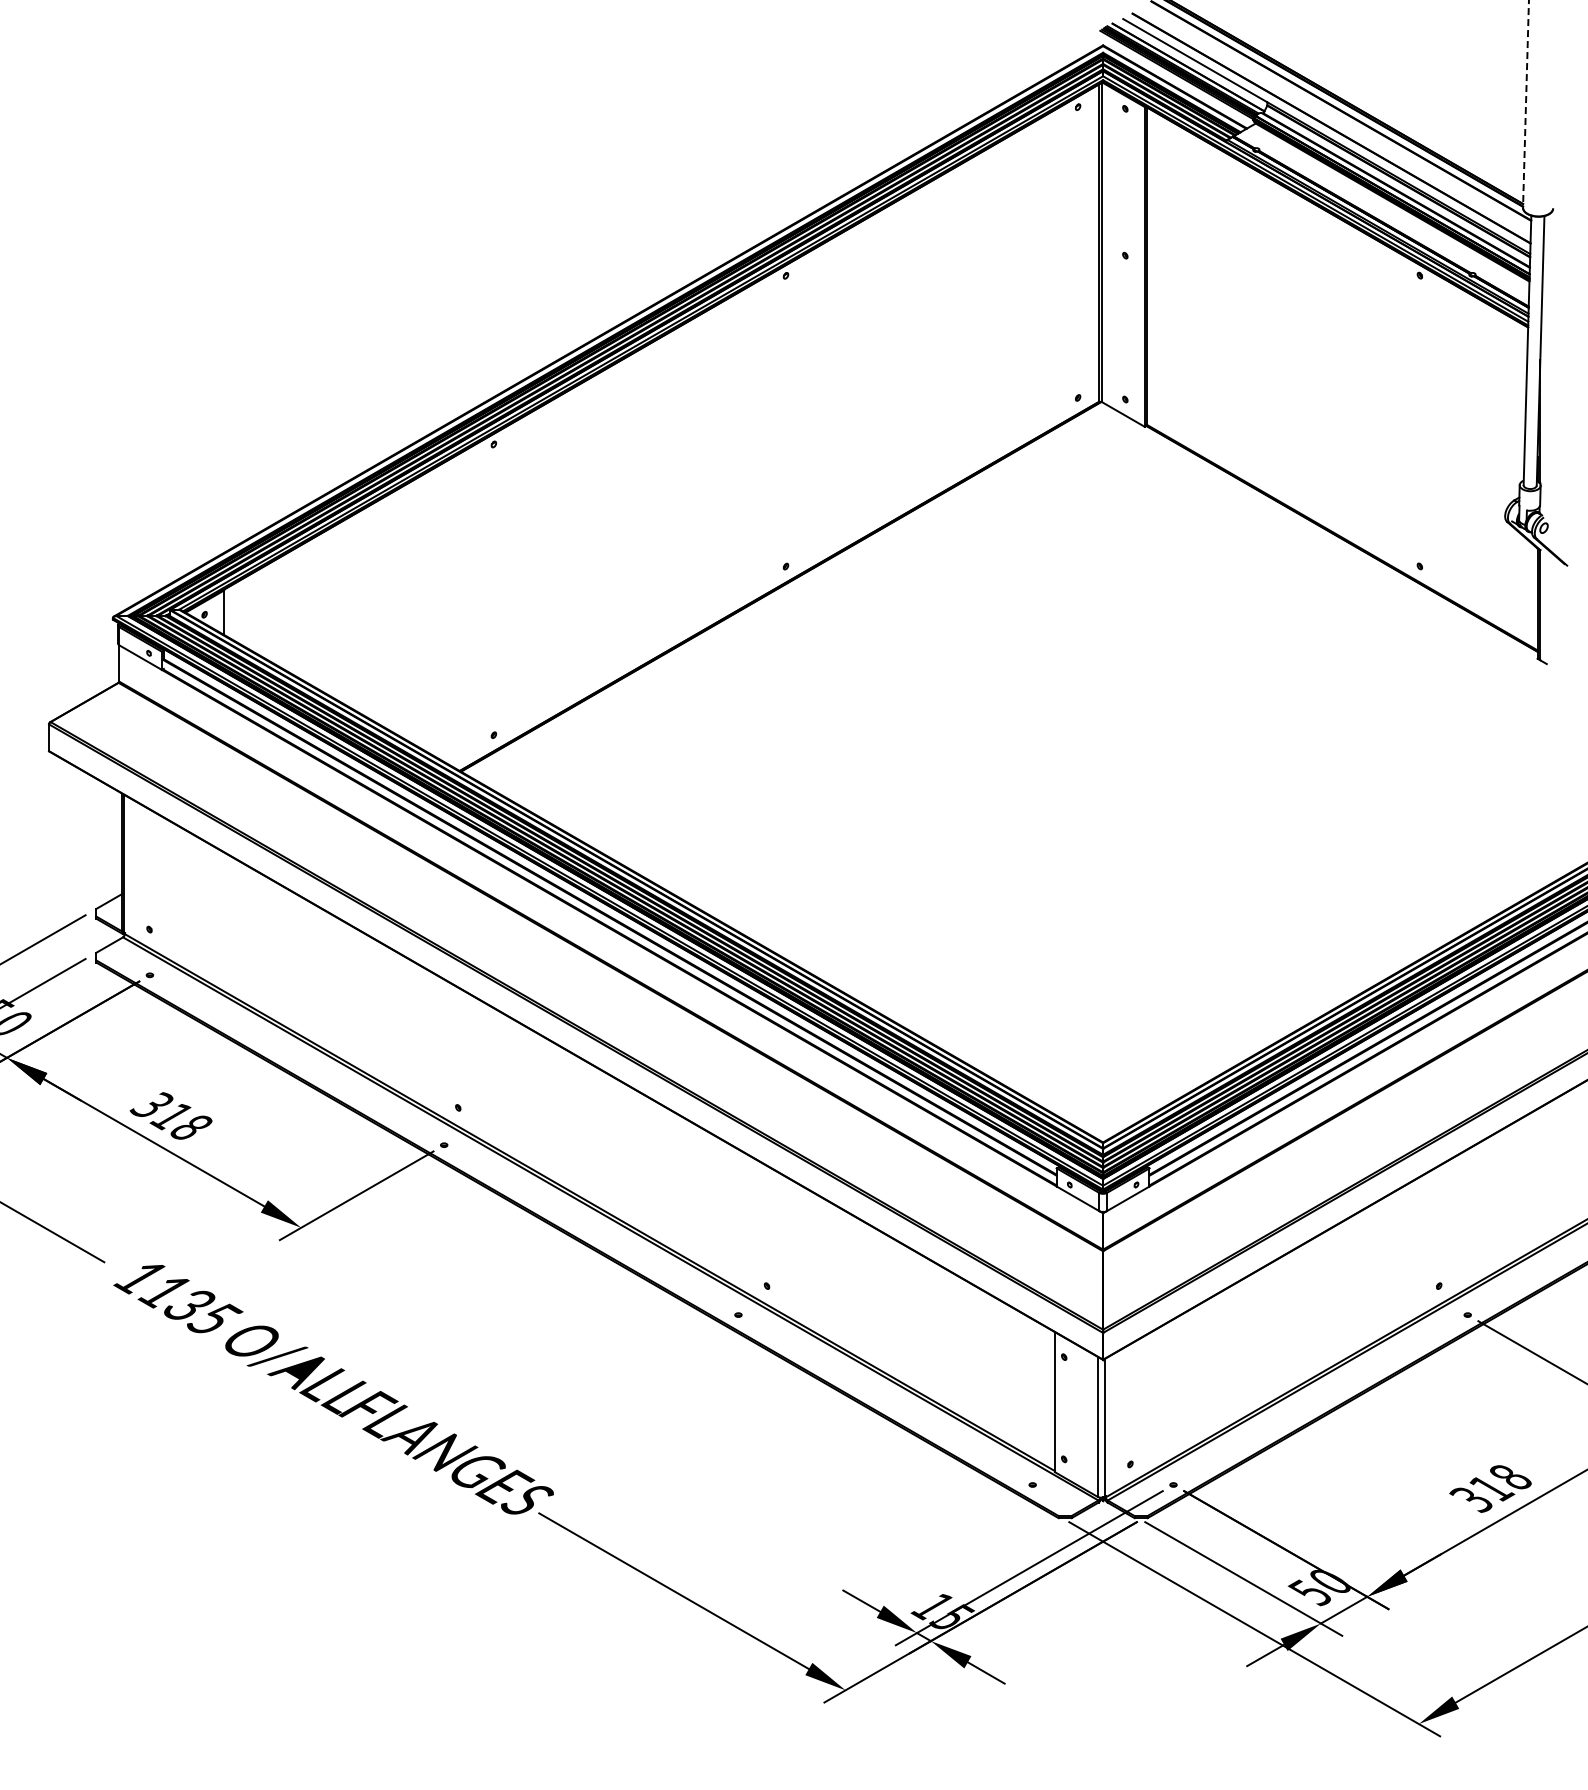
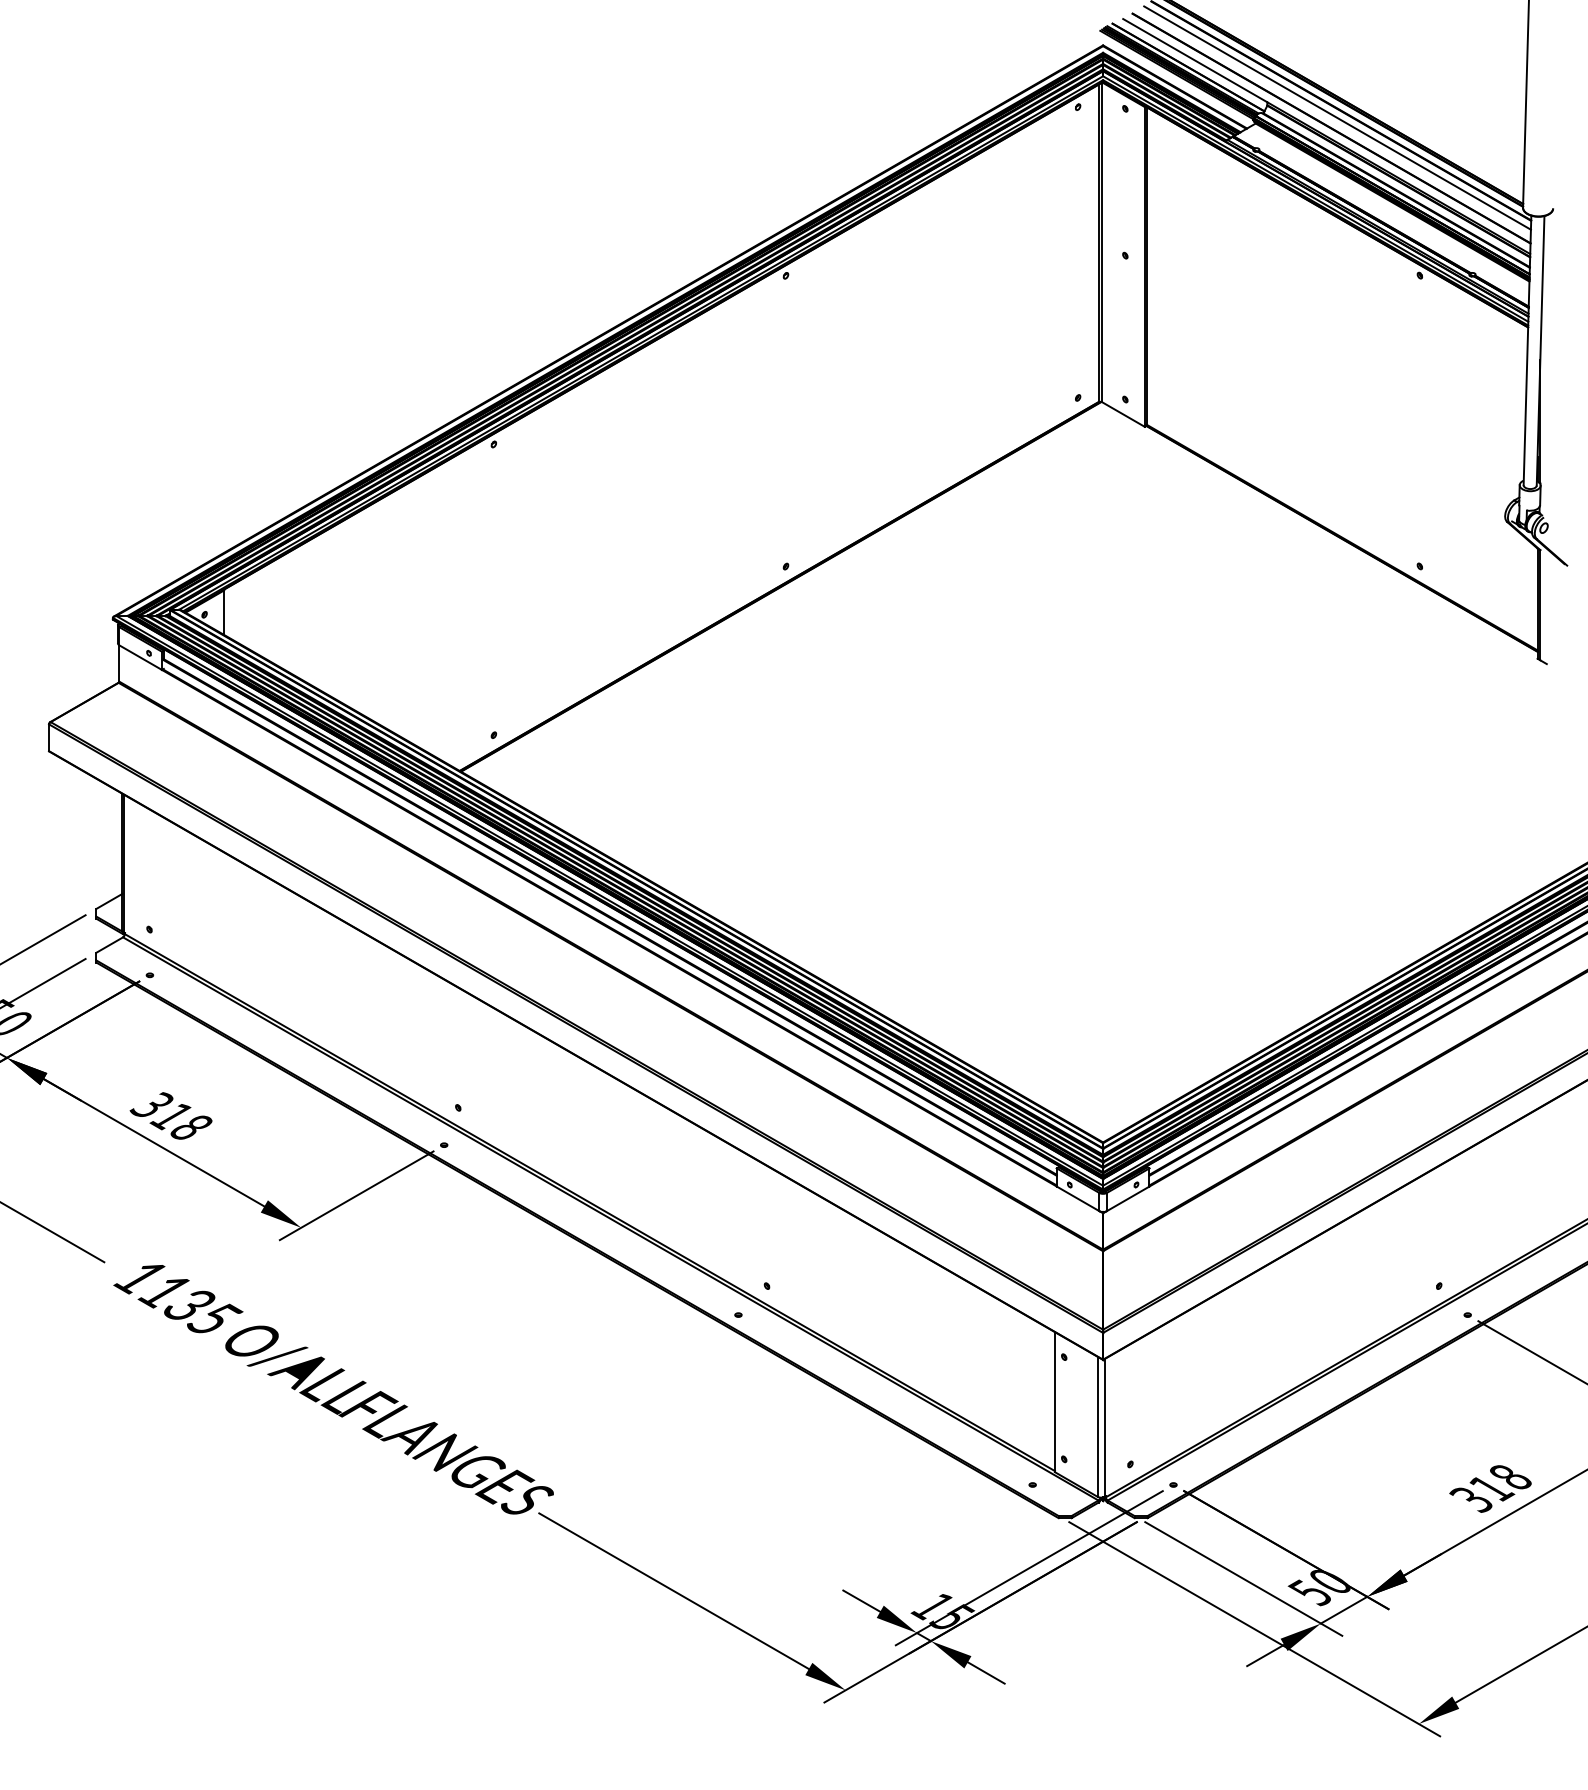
line at (1525, 104): dashed -> solid
line at (1337, 117): none -> present
